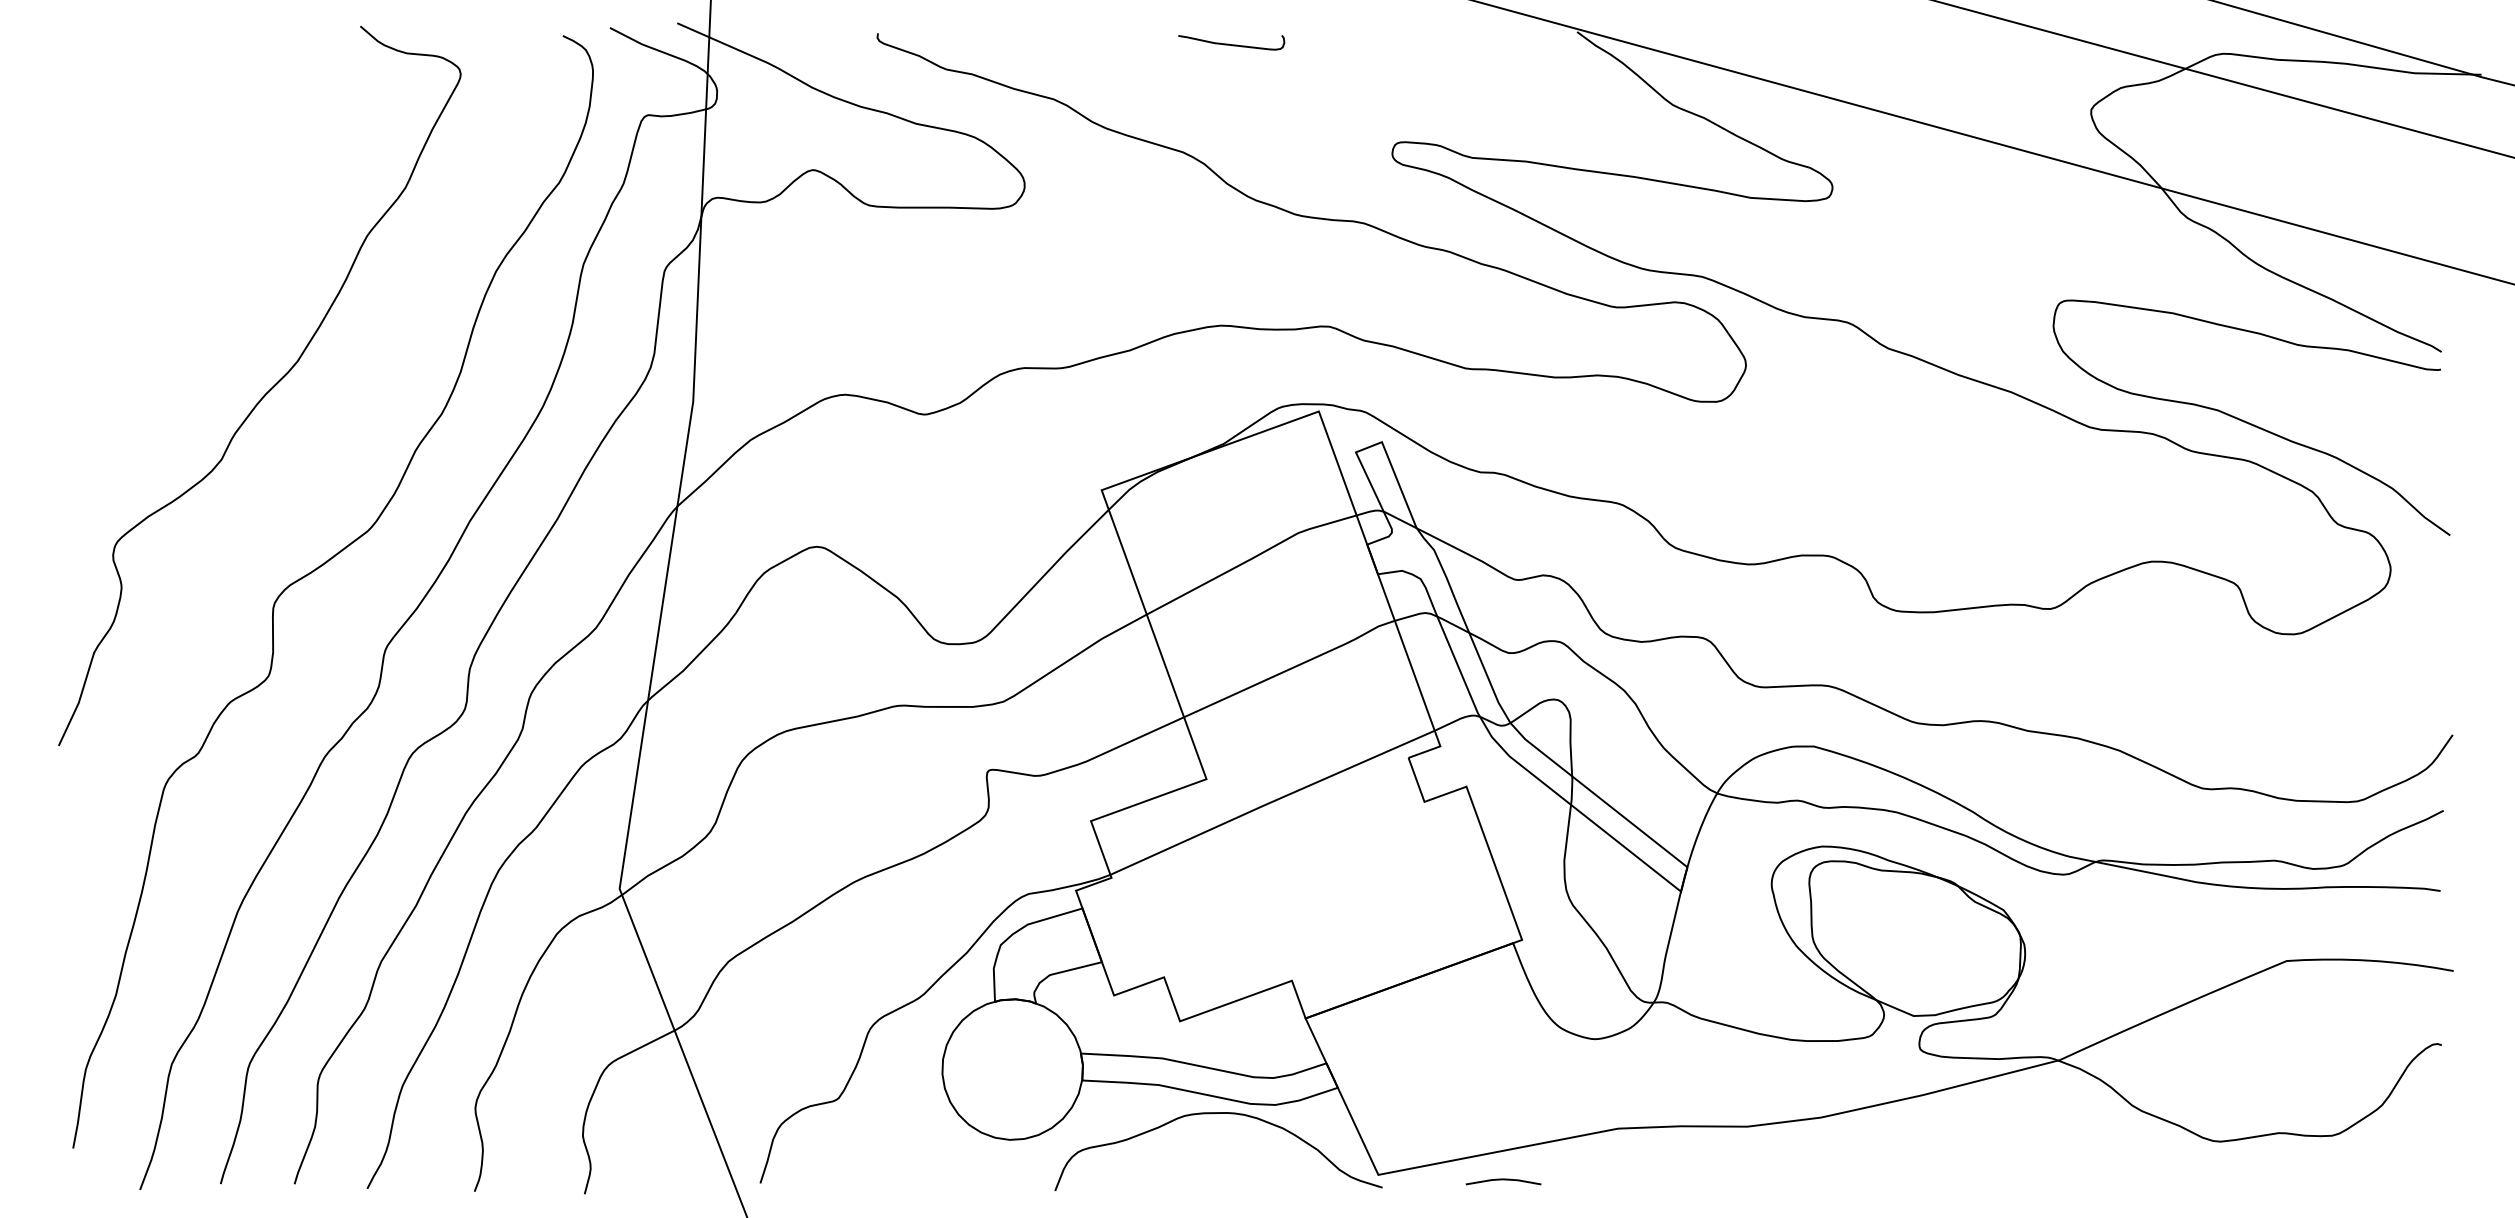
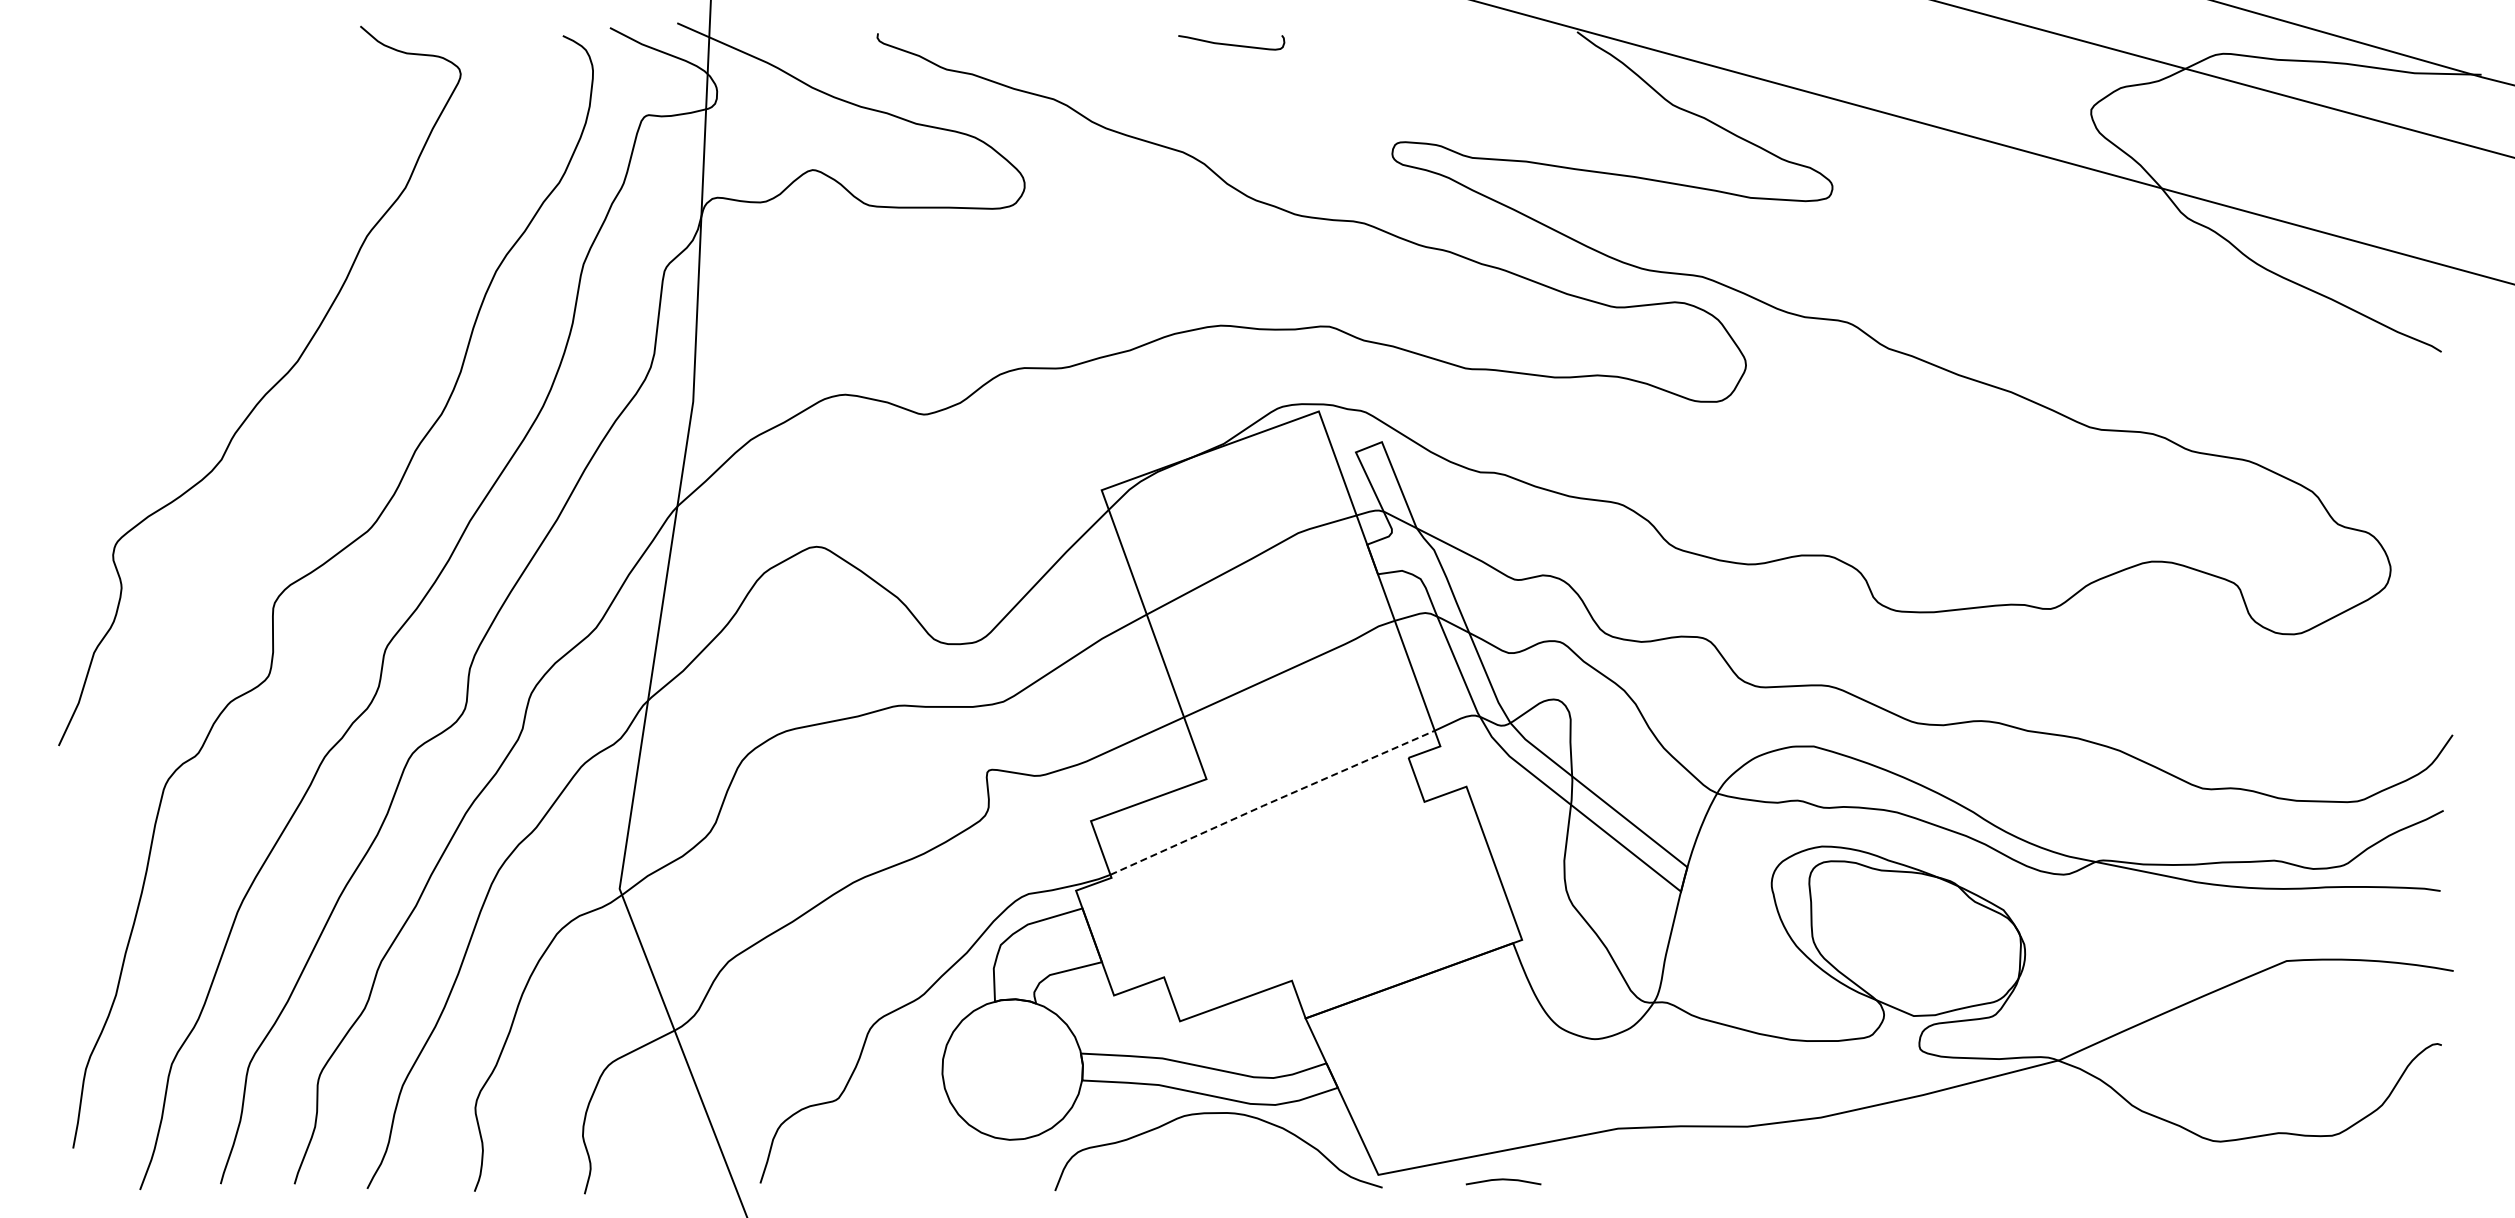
curve at (2249, 422): present -> none
line at (1272, 801): solid -> dashed
